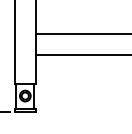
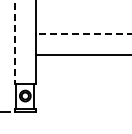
line at (83, 34): solid -> dashed
line at (15, 42): solid -> dashed
